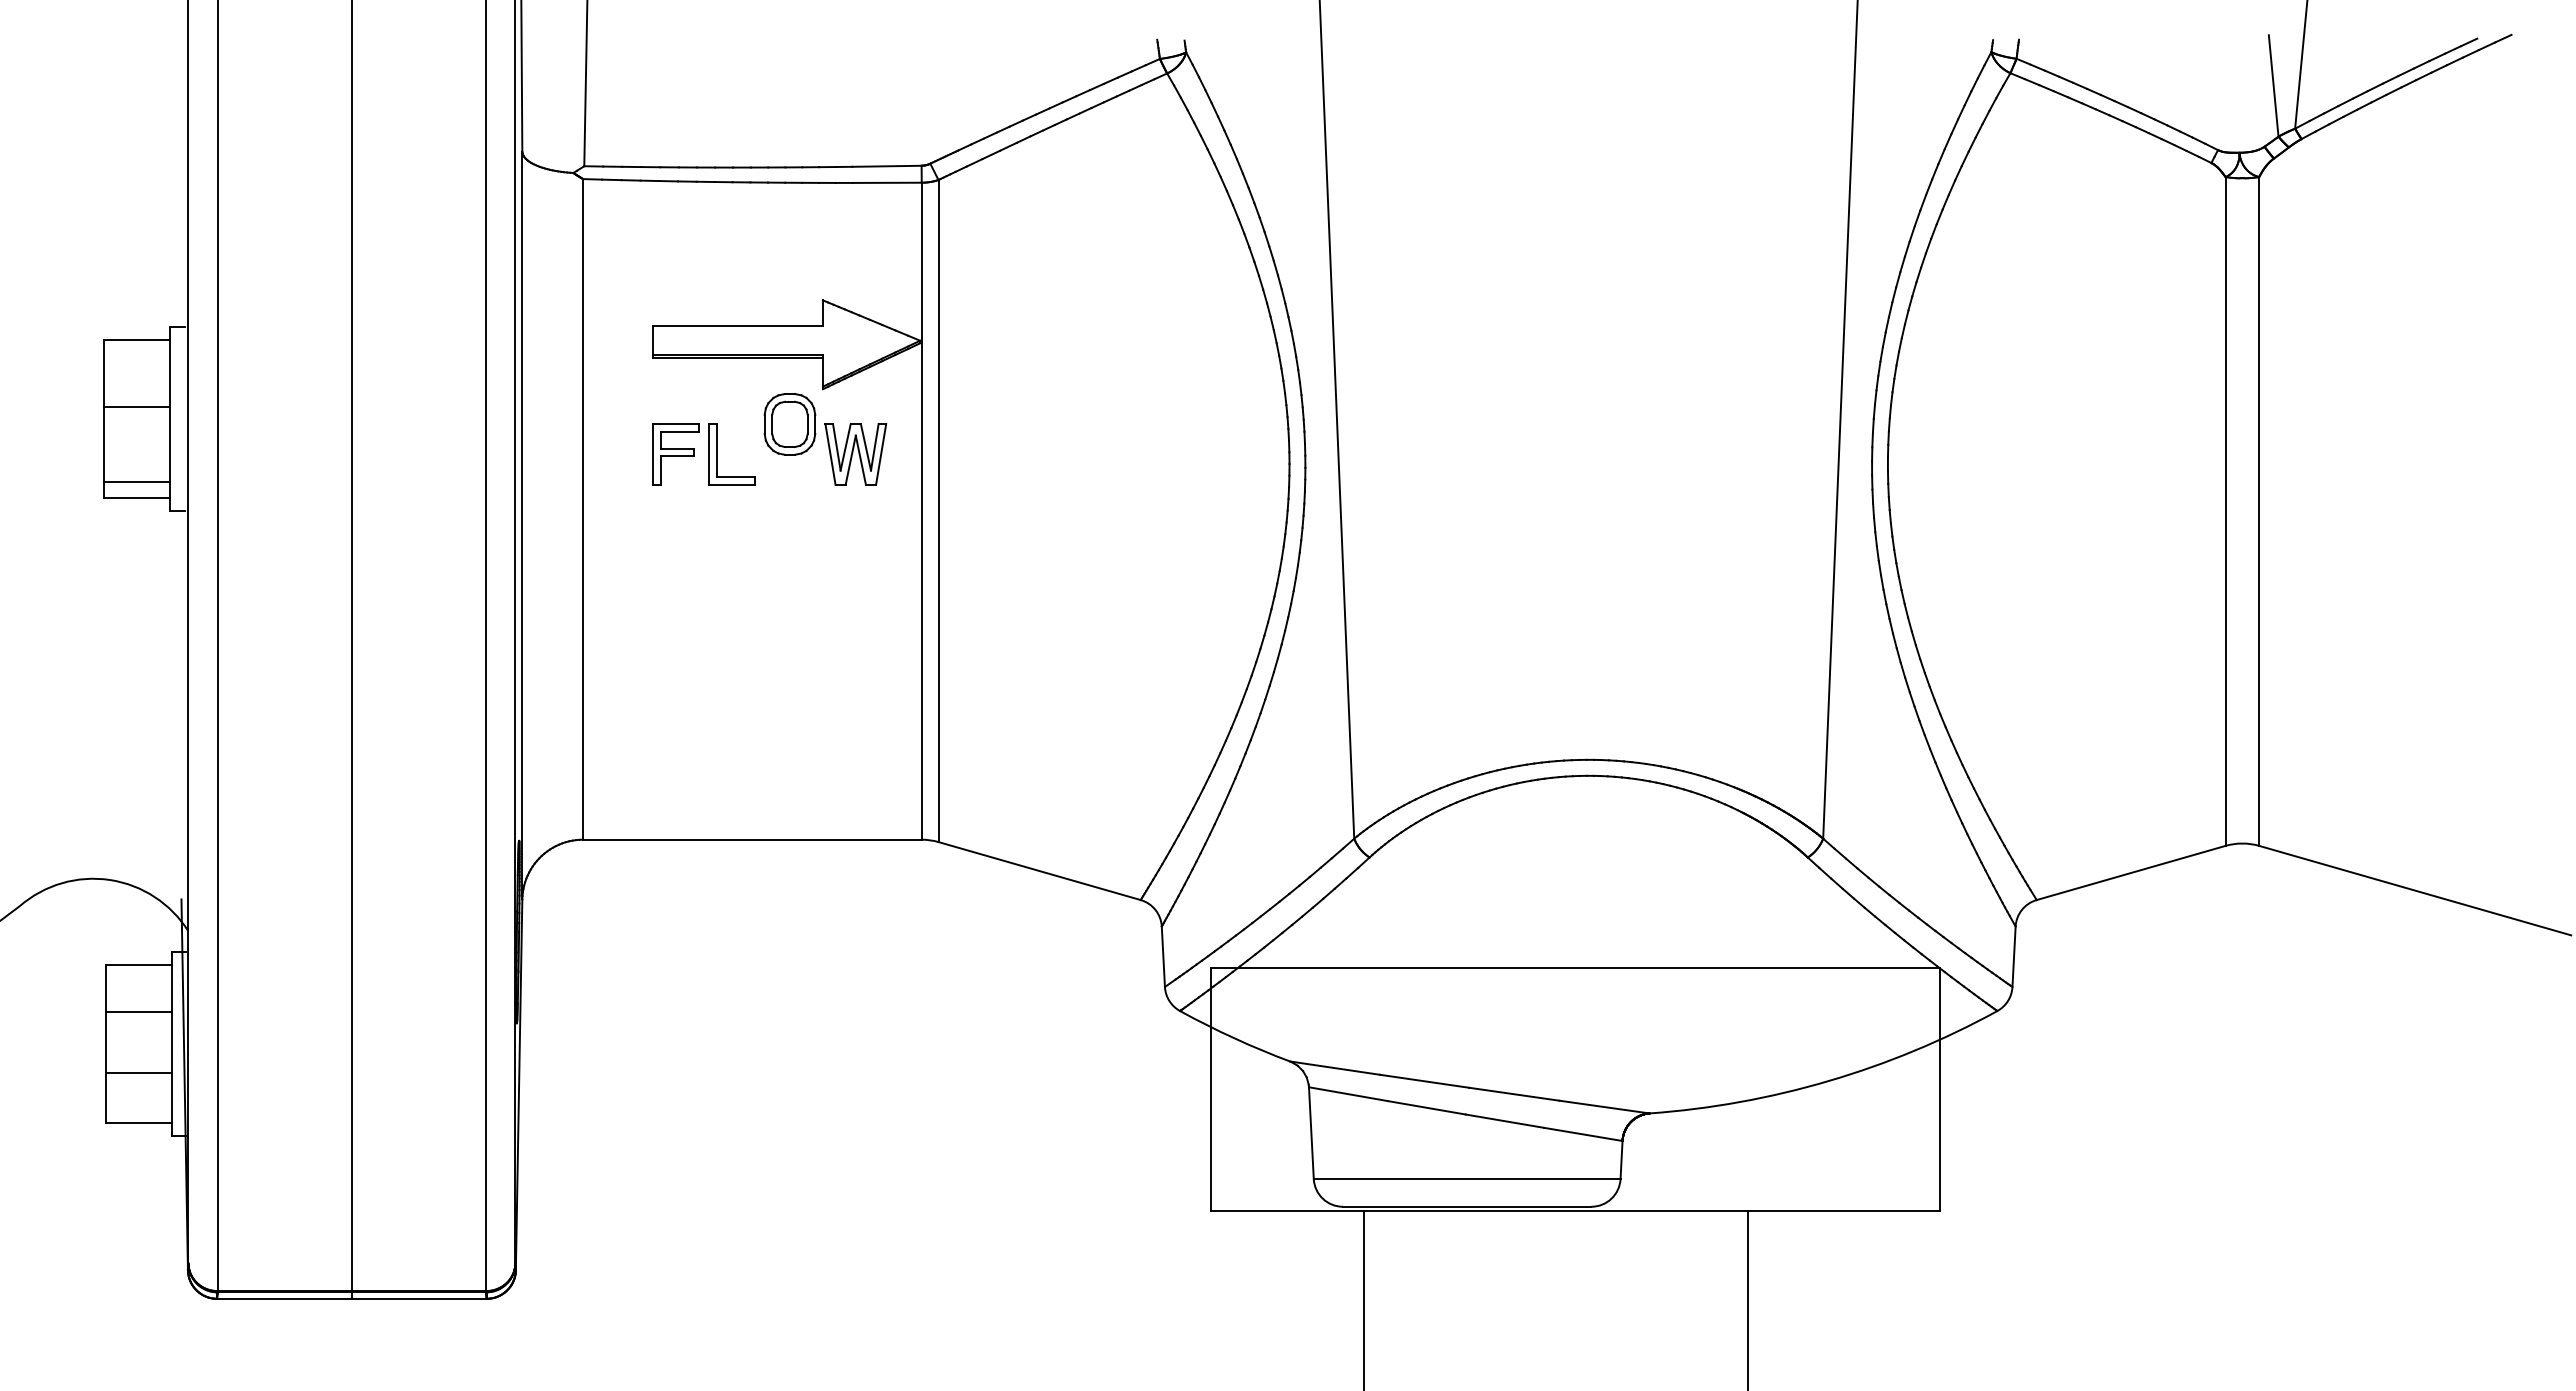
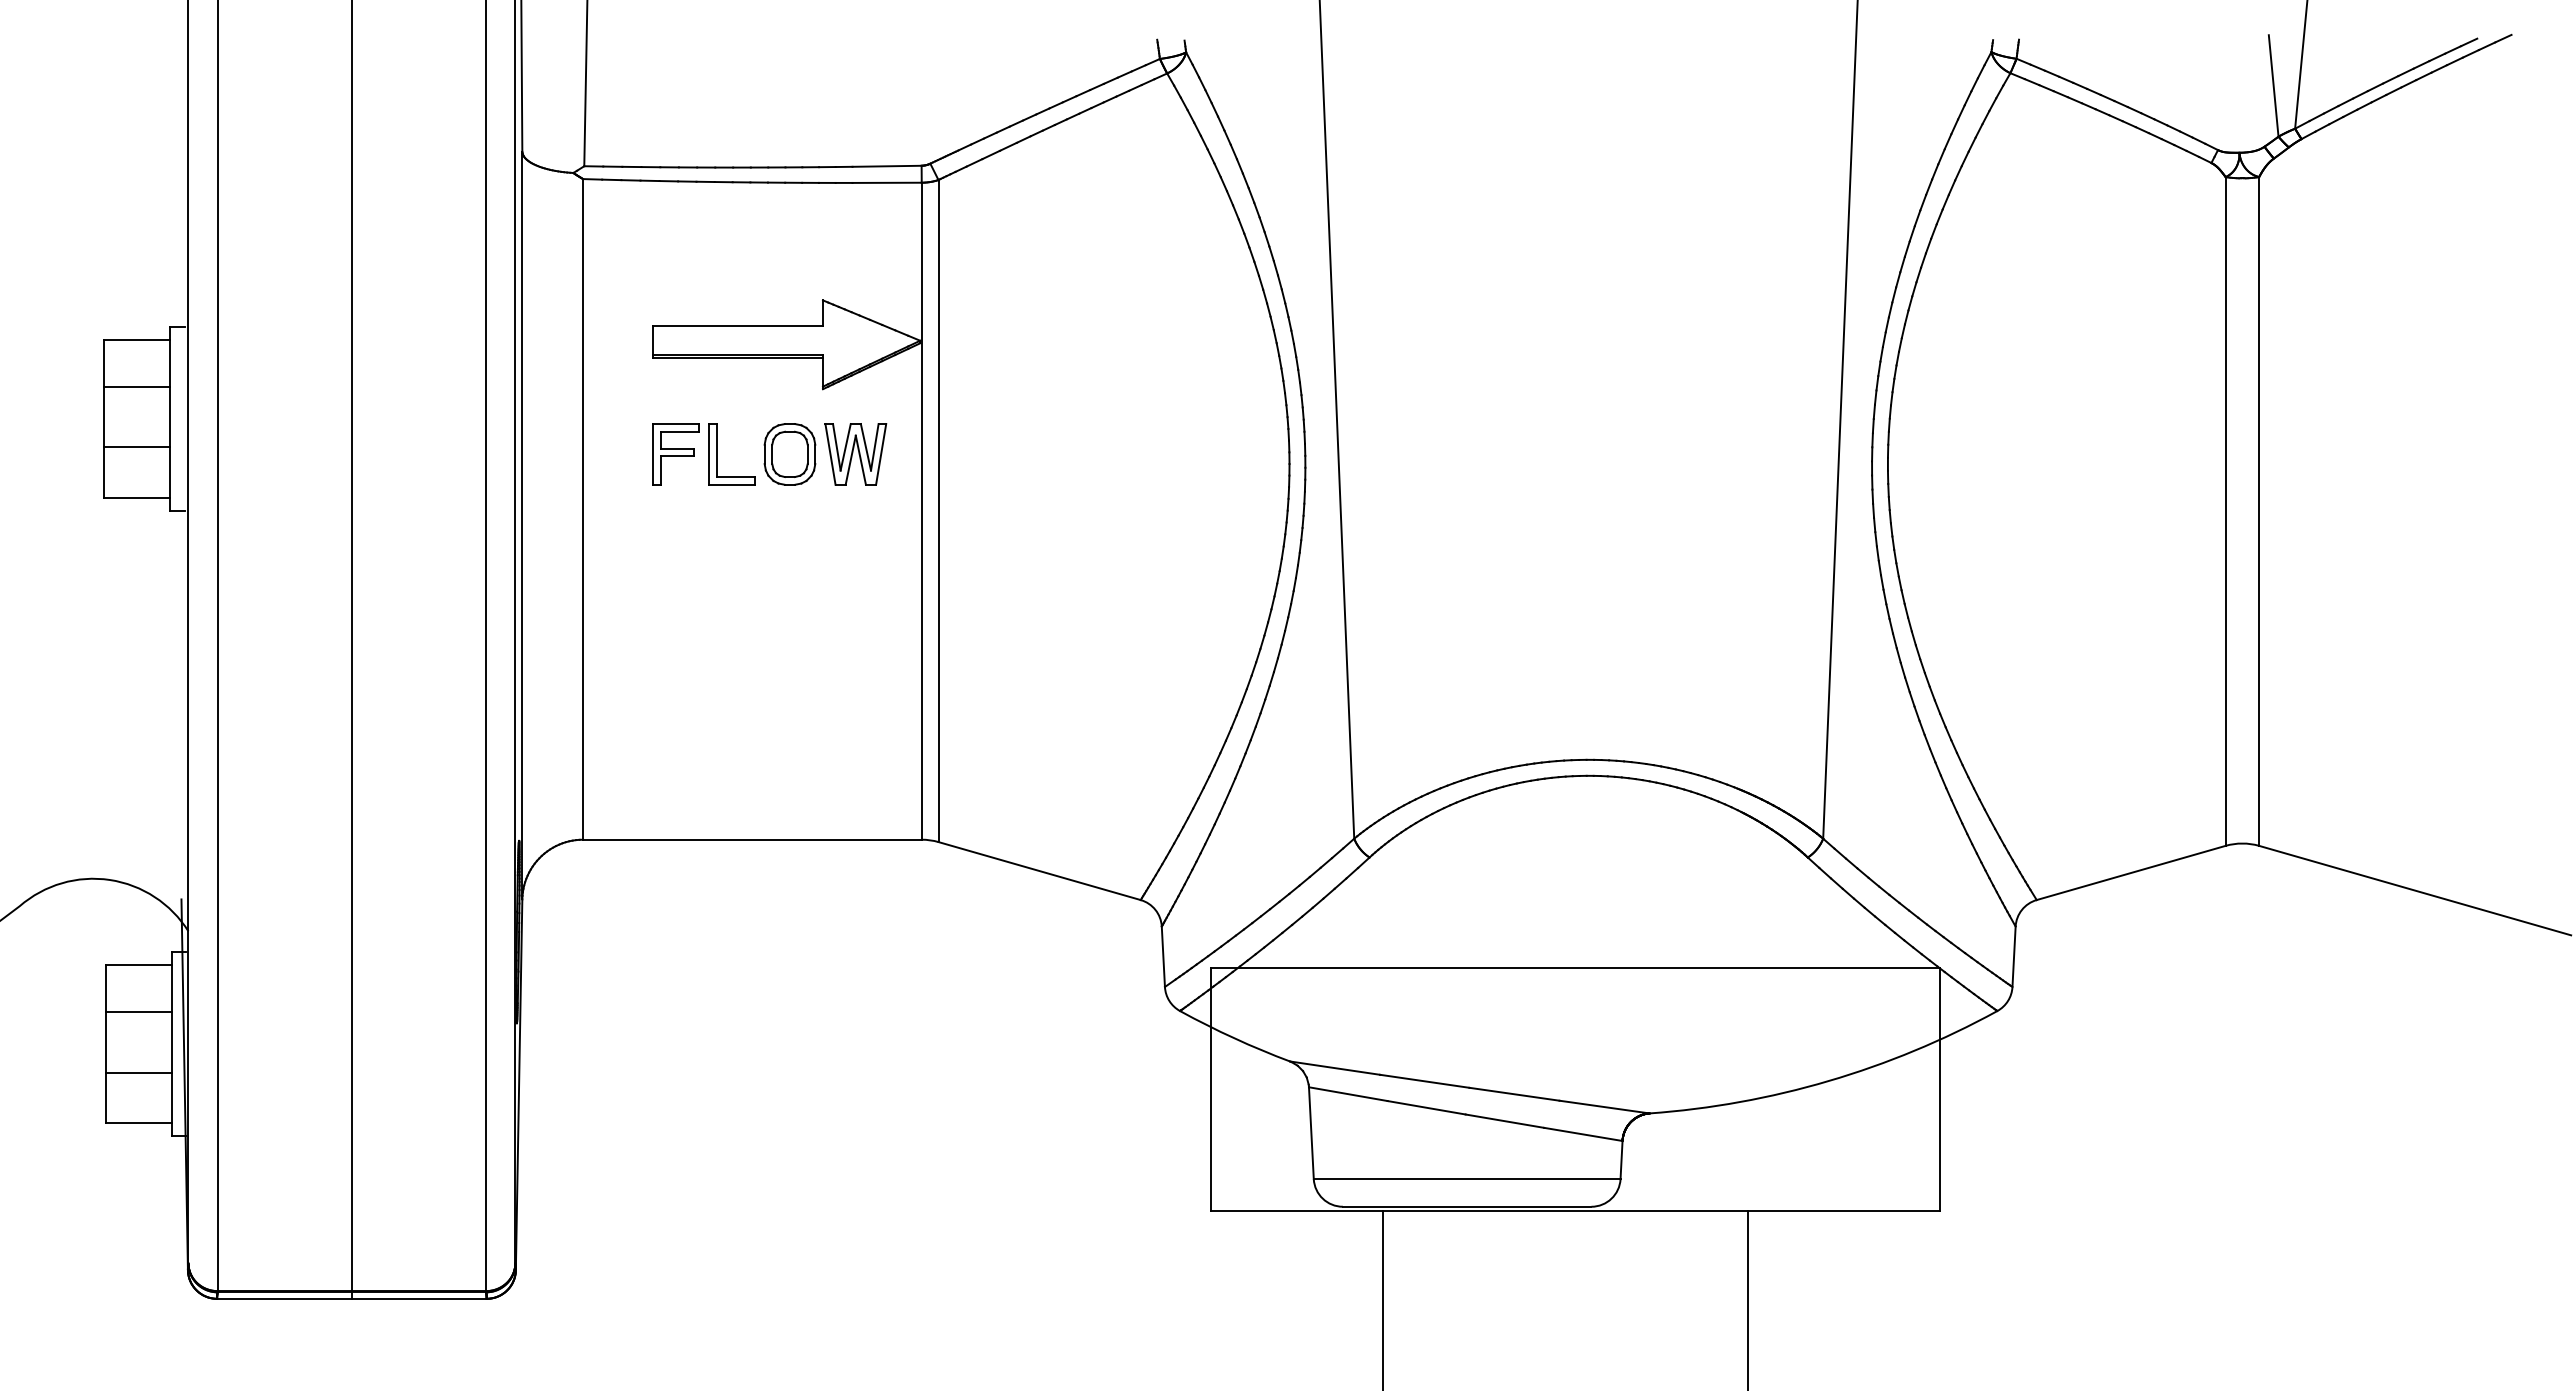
line at (136, 406) position: (136, 406) -> (136, 386)
part at (789, 424) position: (789, 424) -> (789, 454)
line at (136, 482) position: (136, 482) -> (136, 447)
line at (1364, 1299) position: (1364, 1299) -> (1383, 1299)
